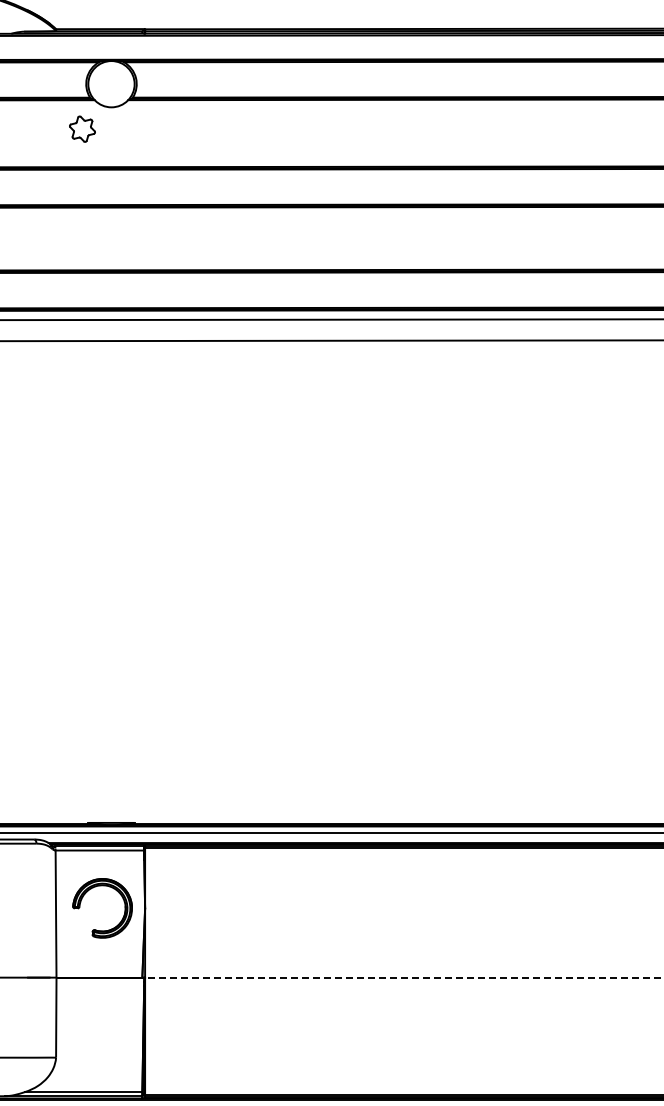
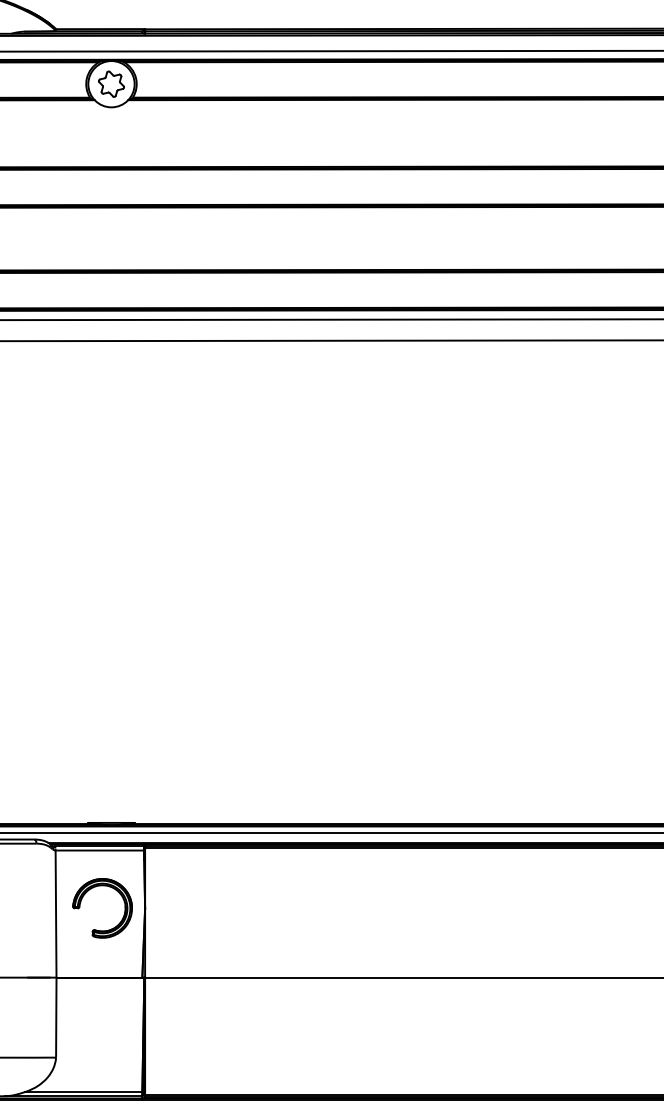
line at (331, 50): none -> present
part at (82, 128) position: (82, 128) -> (111, 83)
line at (404, 977): dashed -> solid
